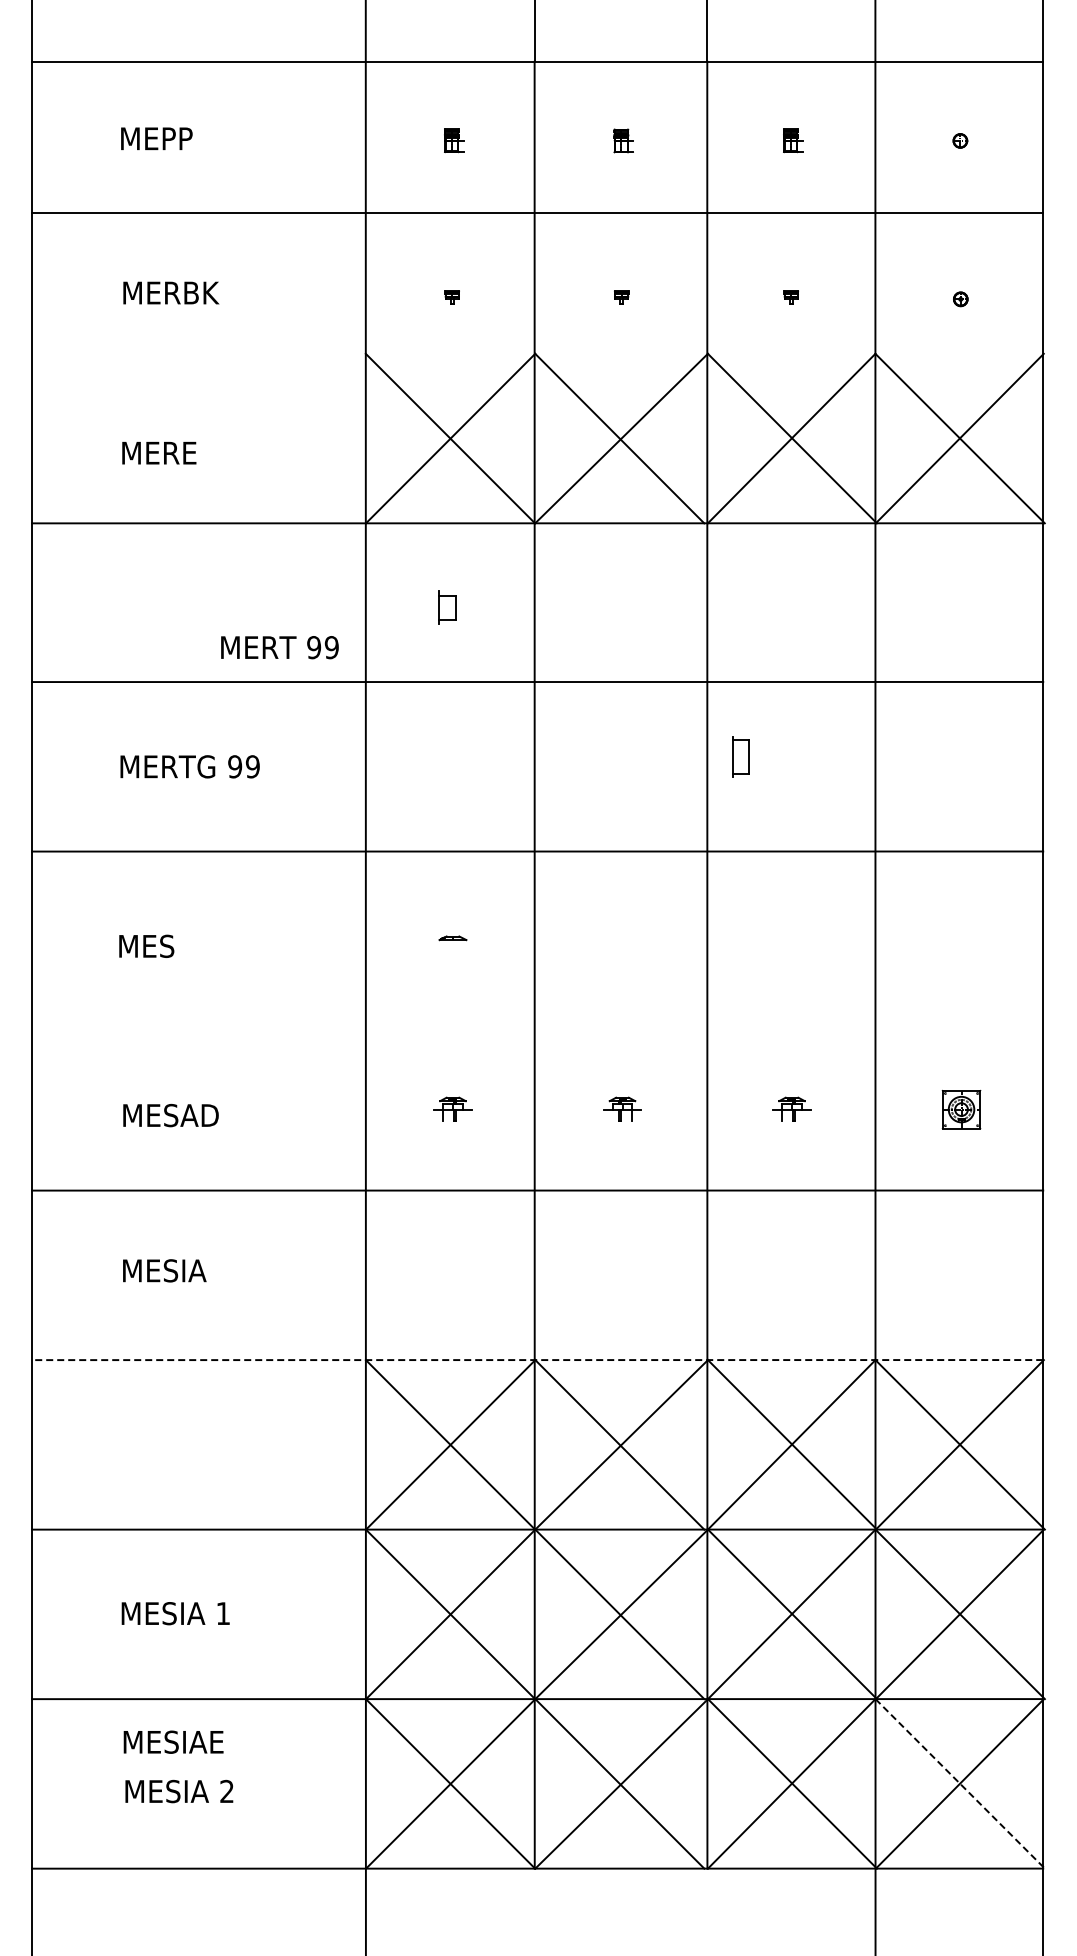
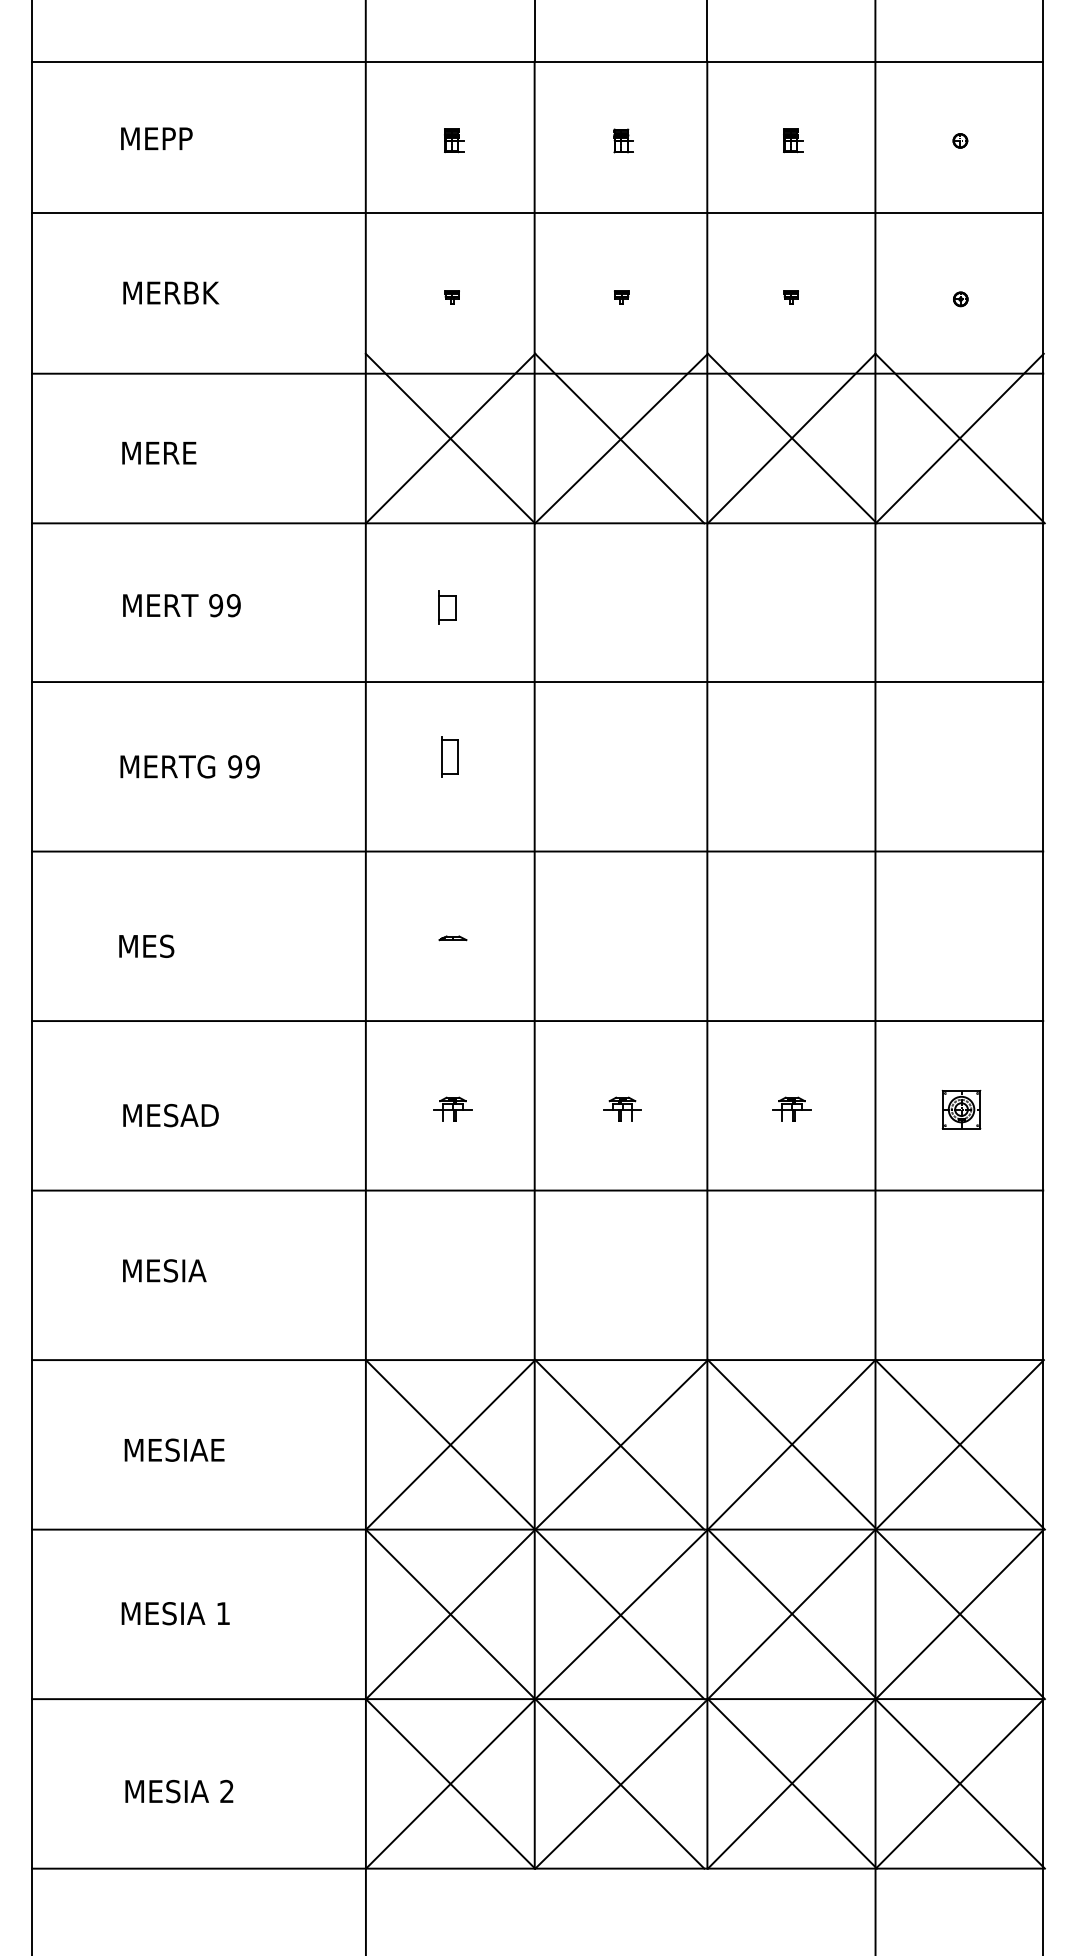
line at (537, 373): none -> present
text at (279, 647) position: (279, 647) -> (181, 605)
part at (740, 756) position: (740, 756) -> (449, 756)
line at (537, 1021): none -> present
line at (537, 1360): dashed -> solid
text at (173, 1741) position: (173, 1741) -> (174, 1449)
line at (960, 1783): dashed -> solid
